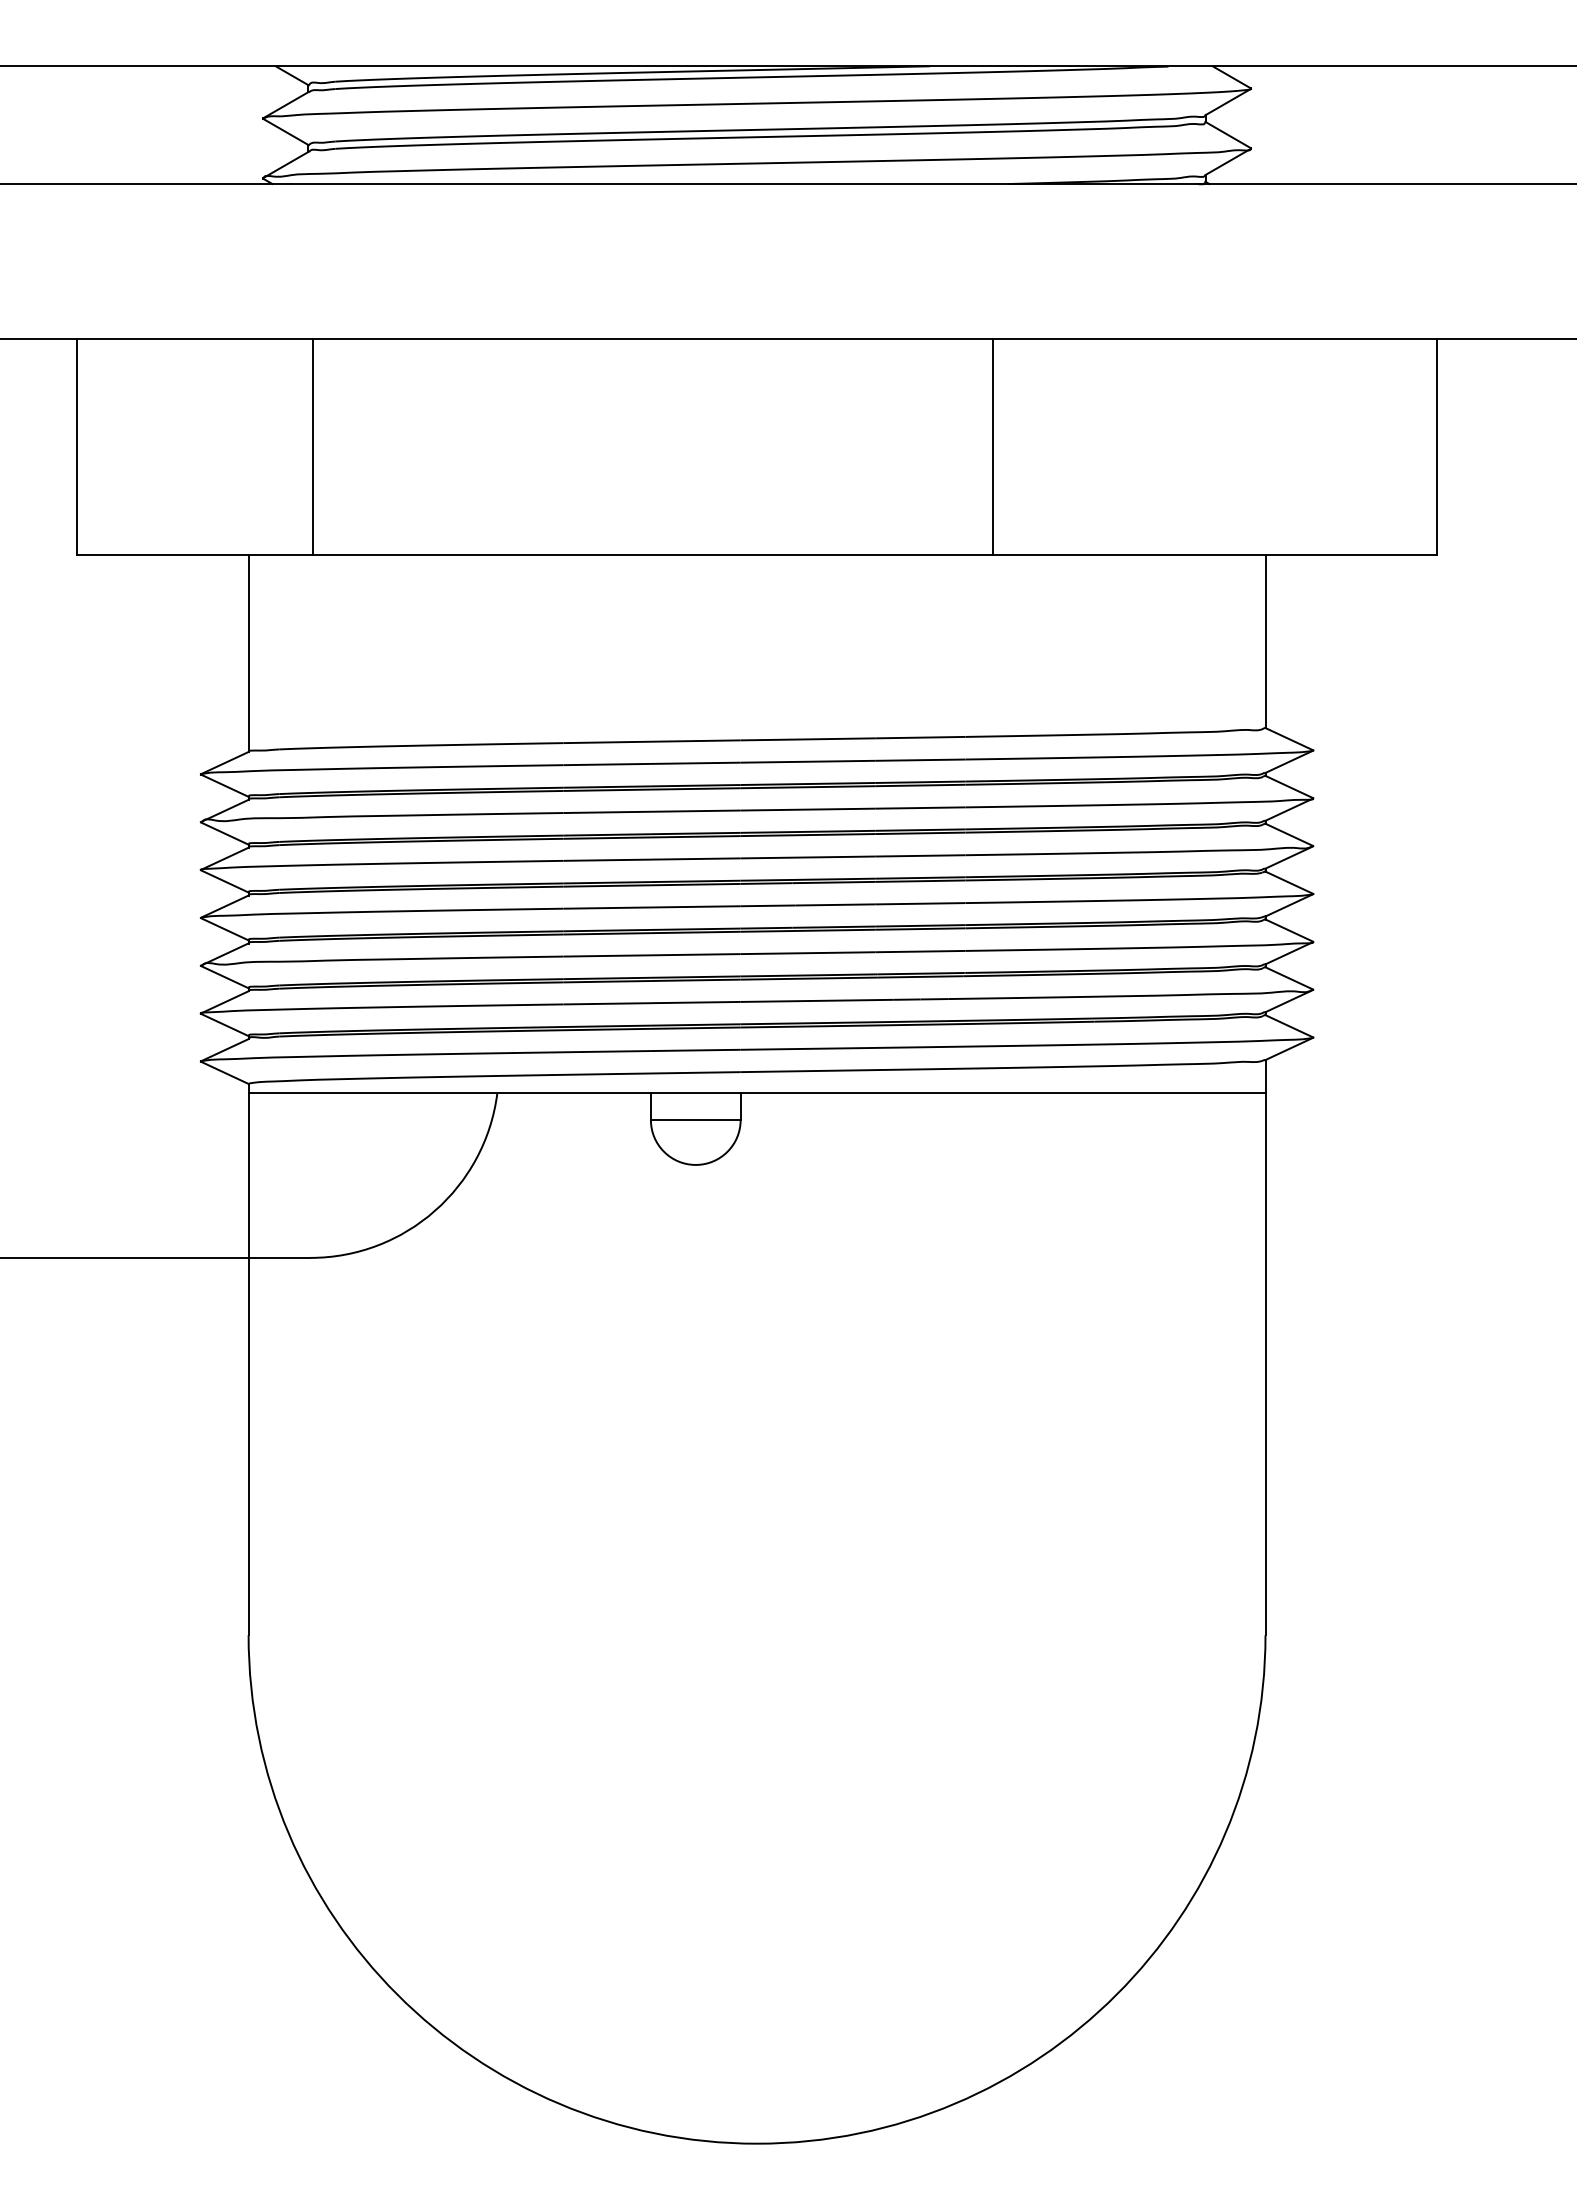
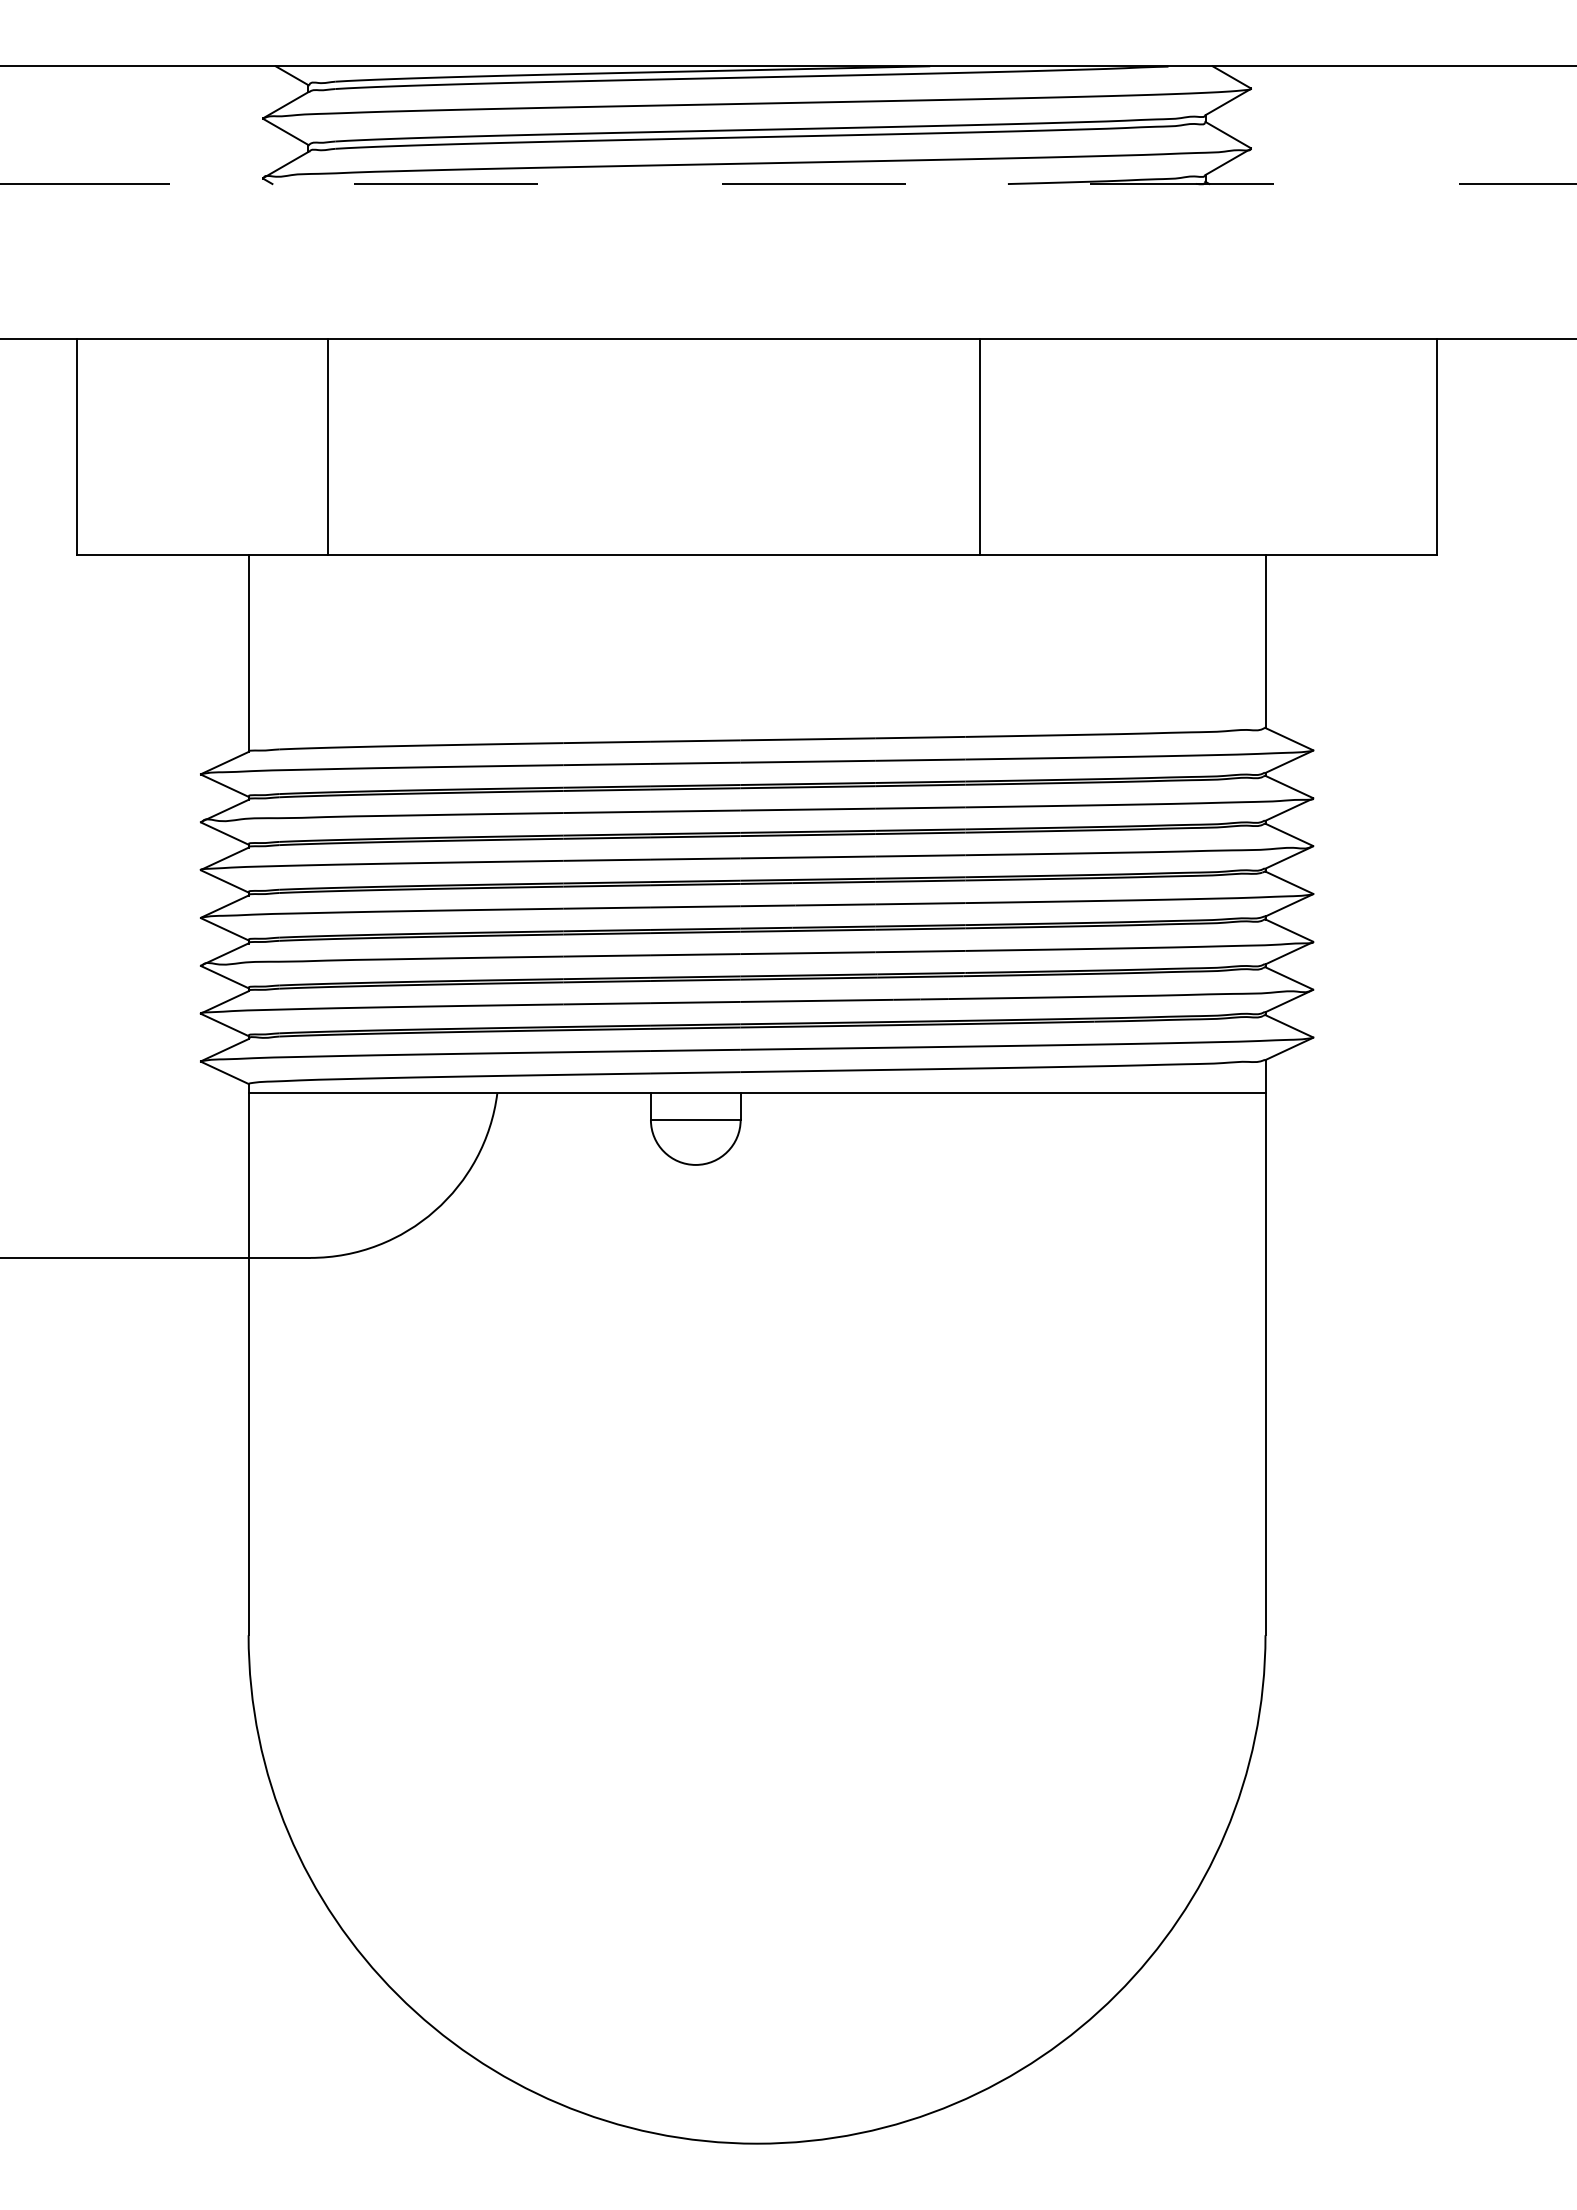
line at (789, 184): solid -> dashed
line at (313, 446) position: (313, 446) -> (328, 446)
line at (993, 446) position: (993, 446) -> (980, 446)
